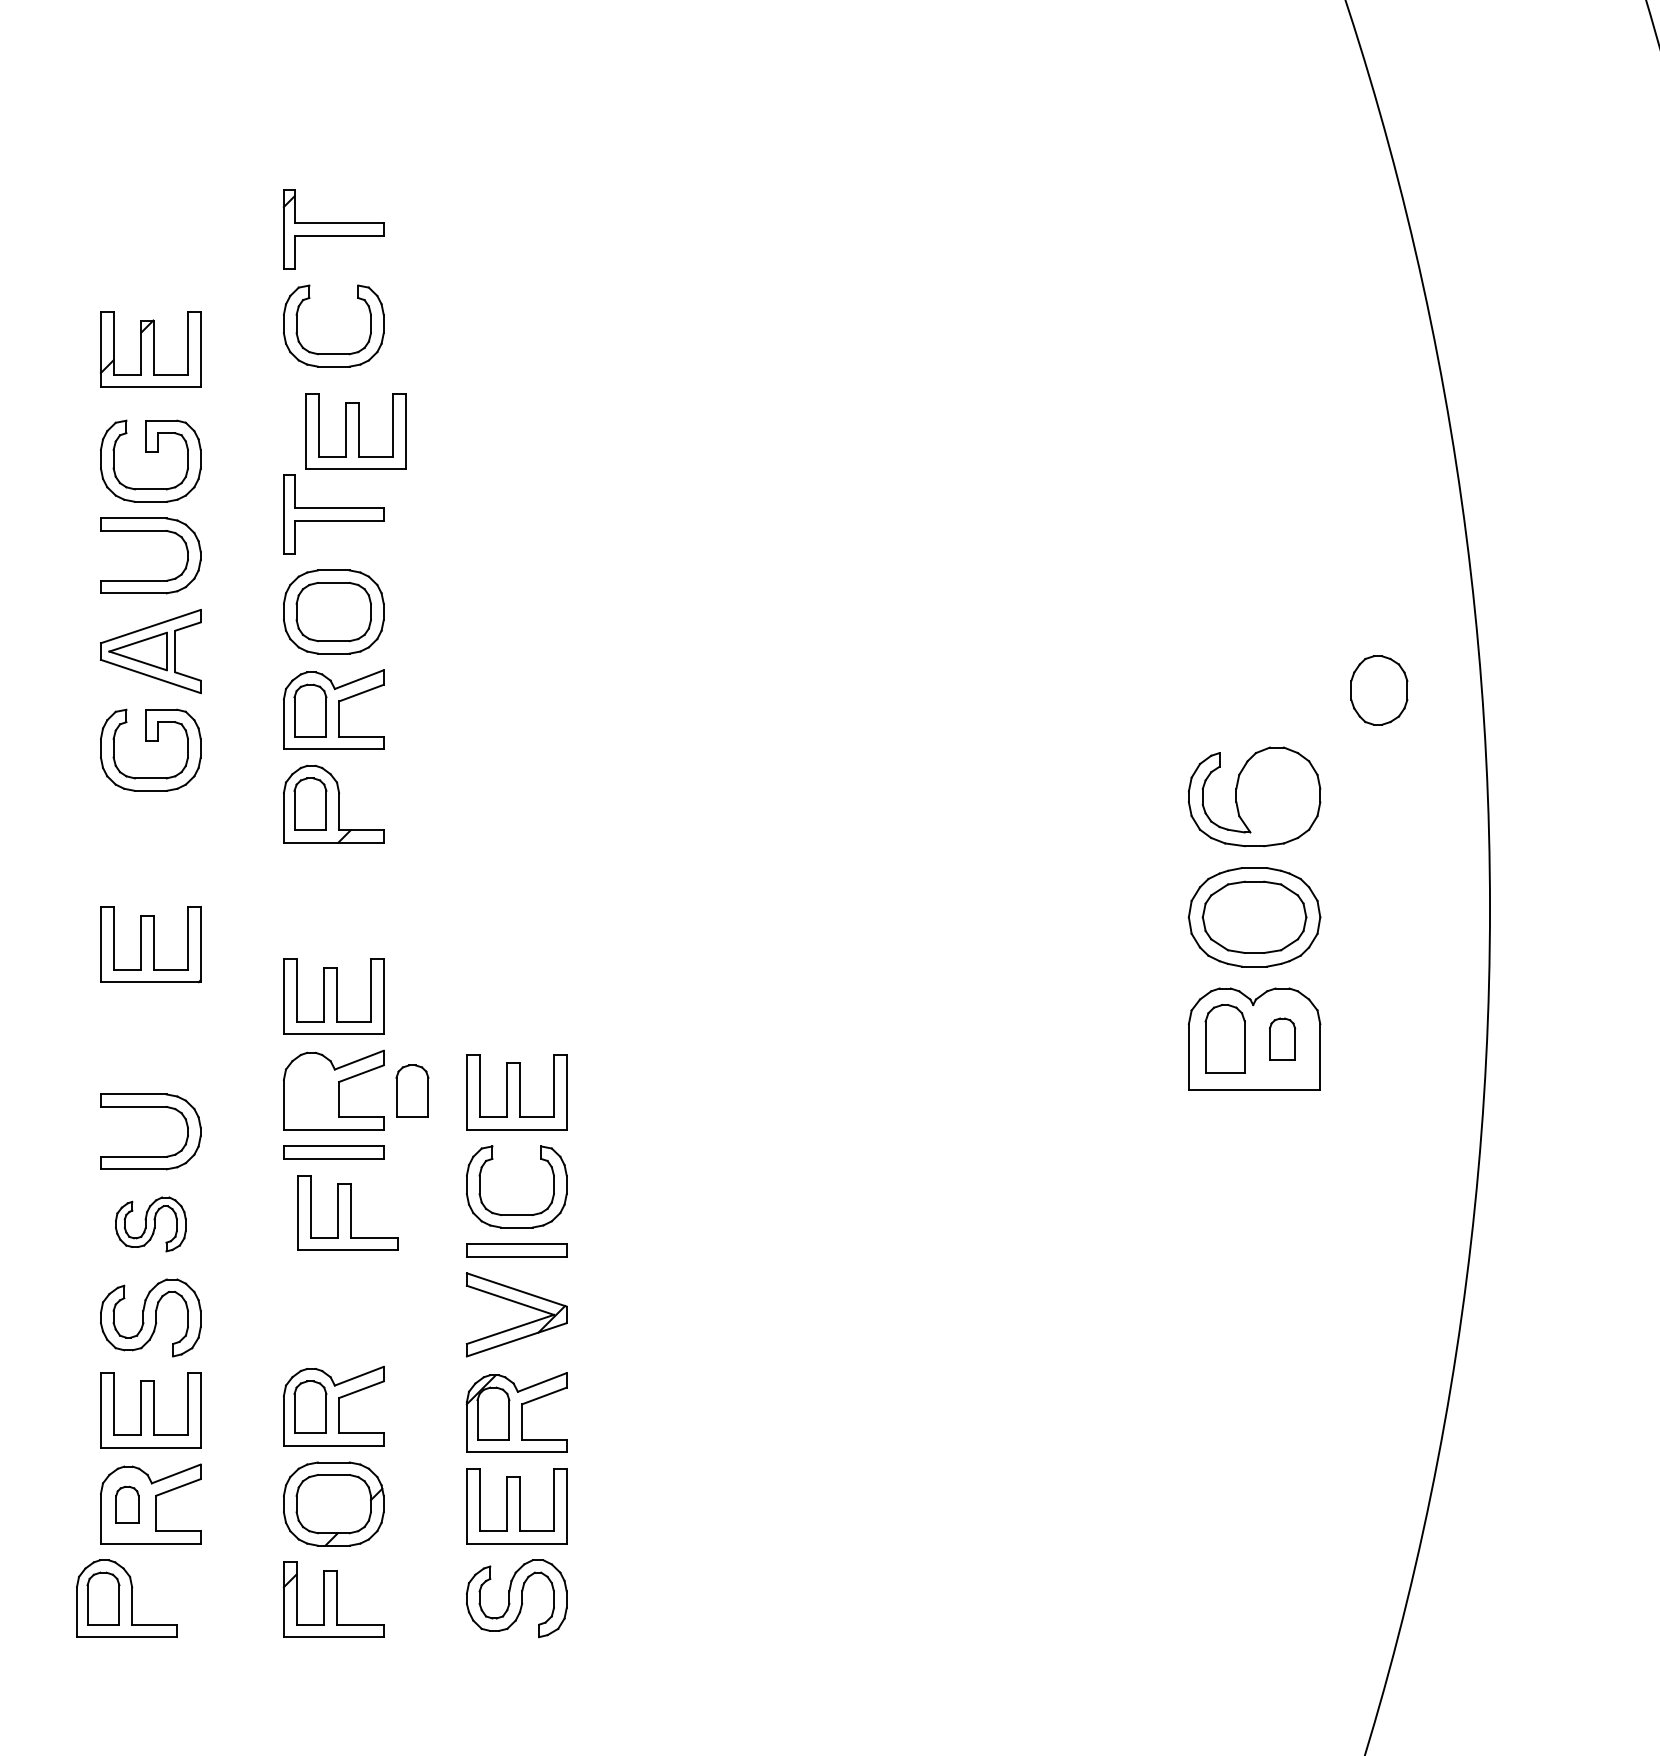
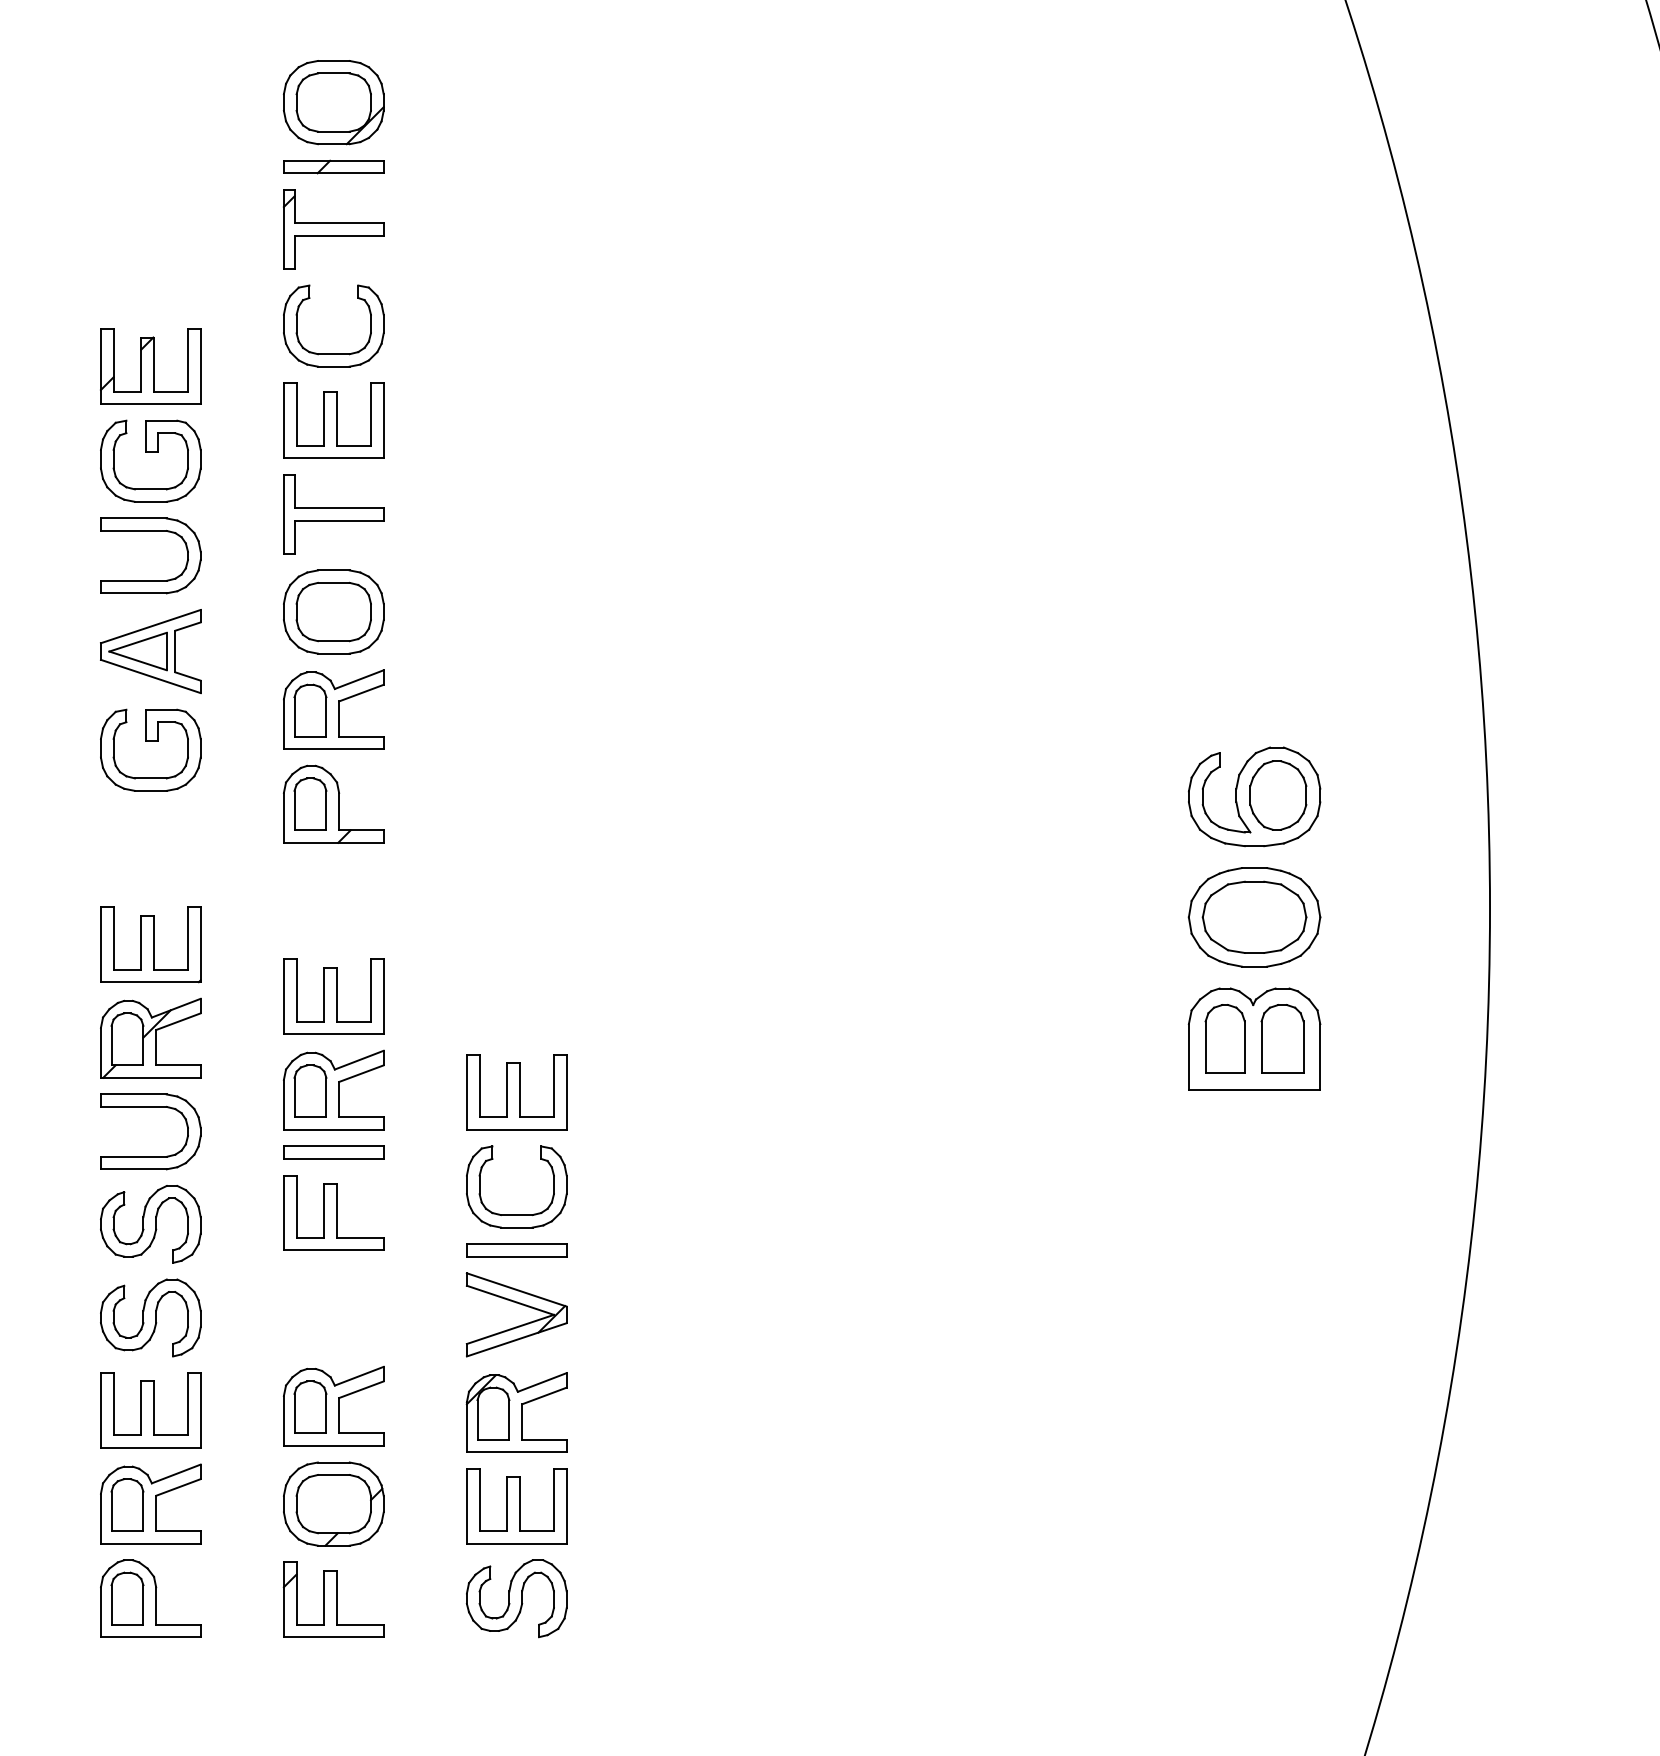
part at (333, 102): none -> present
part at (333, 166): none -> present
part at (150, 349) position: (150, 349) -> (150, 366)
part at (355, 431) position: (355, 431) -> (333, 420)
part at (1379, 690) position: (1379, 690) -> (1278, 795)
part at (150, 1037): none -> present
part at (1282, 1038) size: 28x44 px -> 45x70 px
part at (412, 1090) position: (412, 1090) -> (310, 1090)
part at (347, 1212) position: (347, 1212) -> (333, 1212)
part at (150, 1224) size: 72x57 px -> 102x79 px
part at (127, 1504) size: 25x39 px -> 35x54 px
part at (126, 1598) position: (126, 1598) -> (150, 1598)
